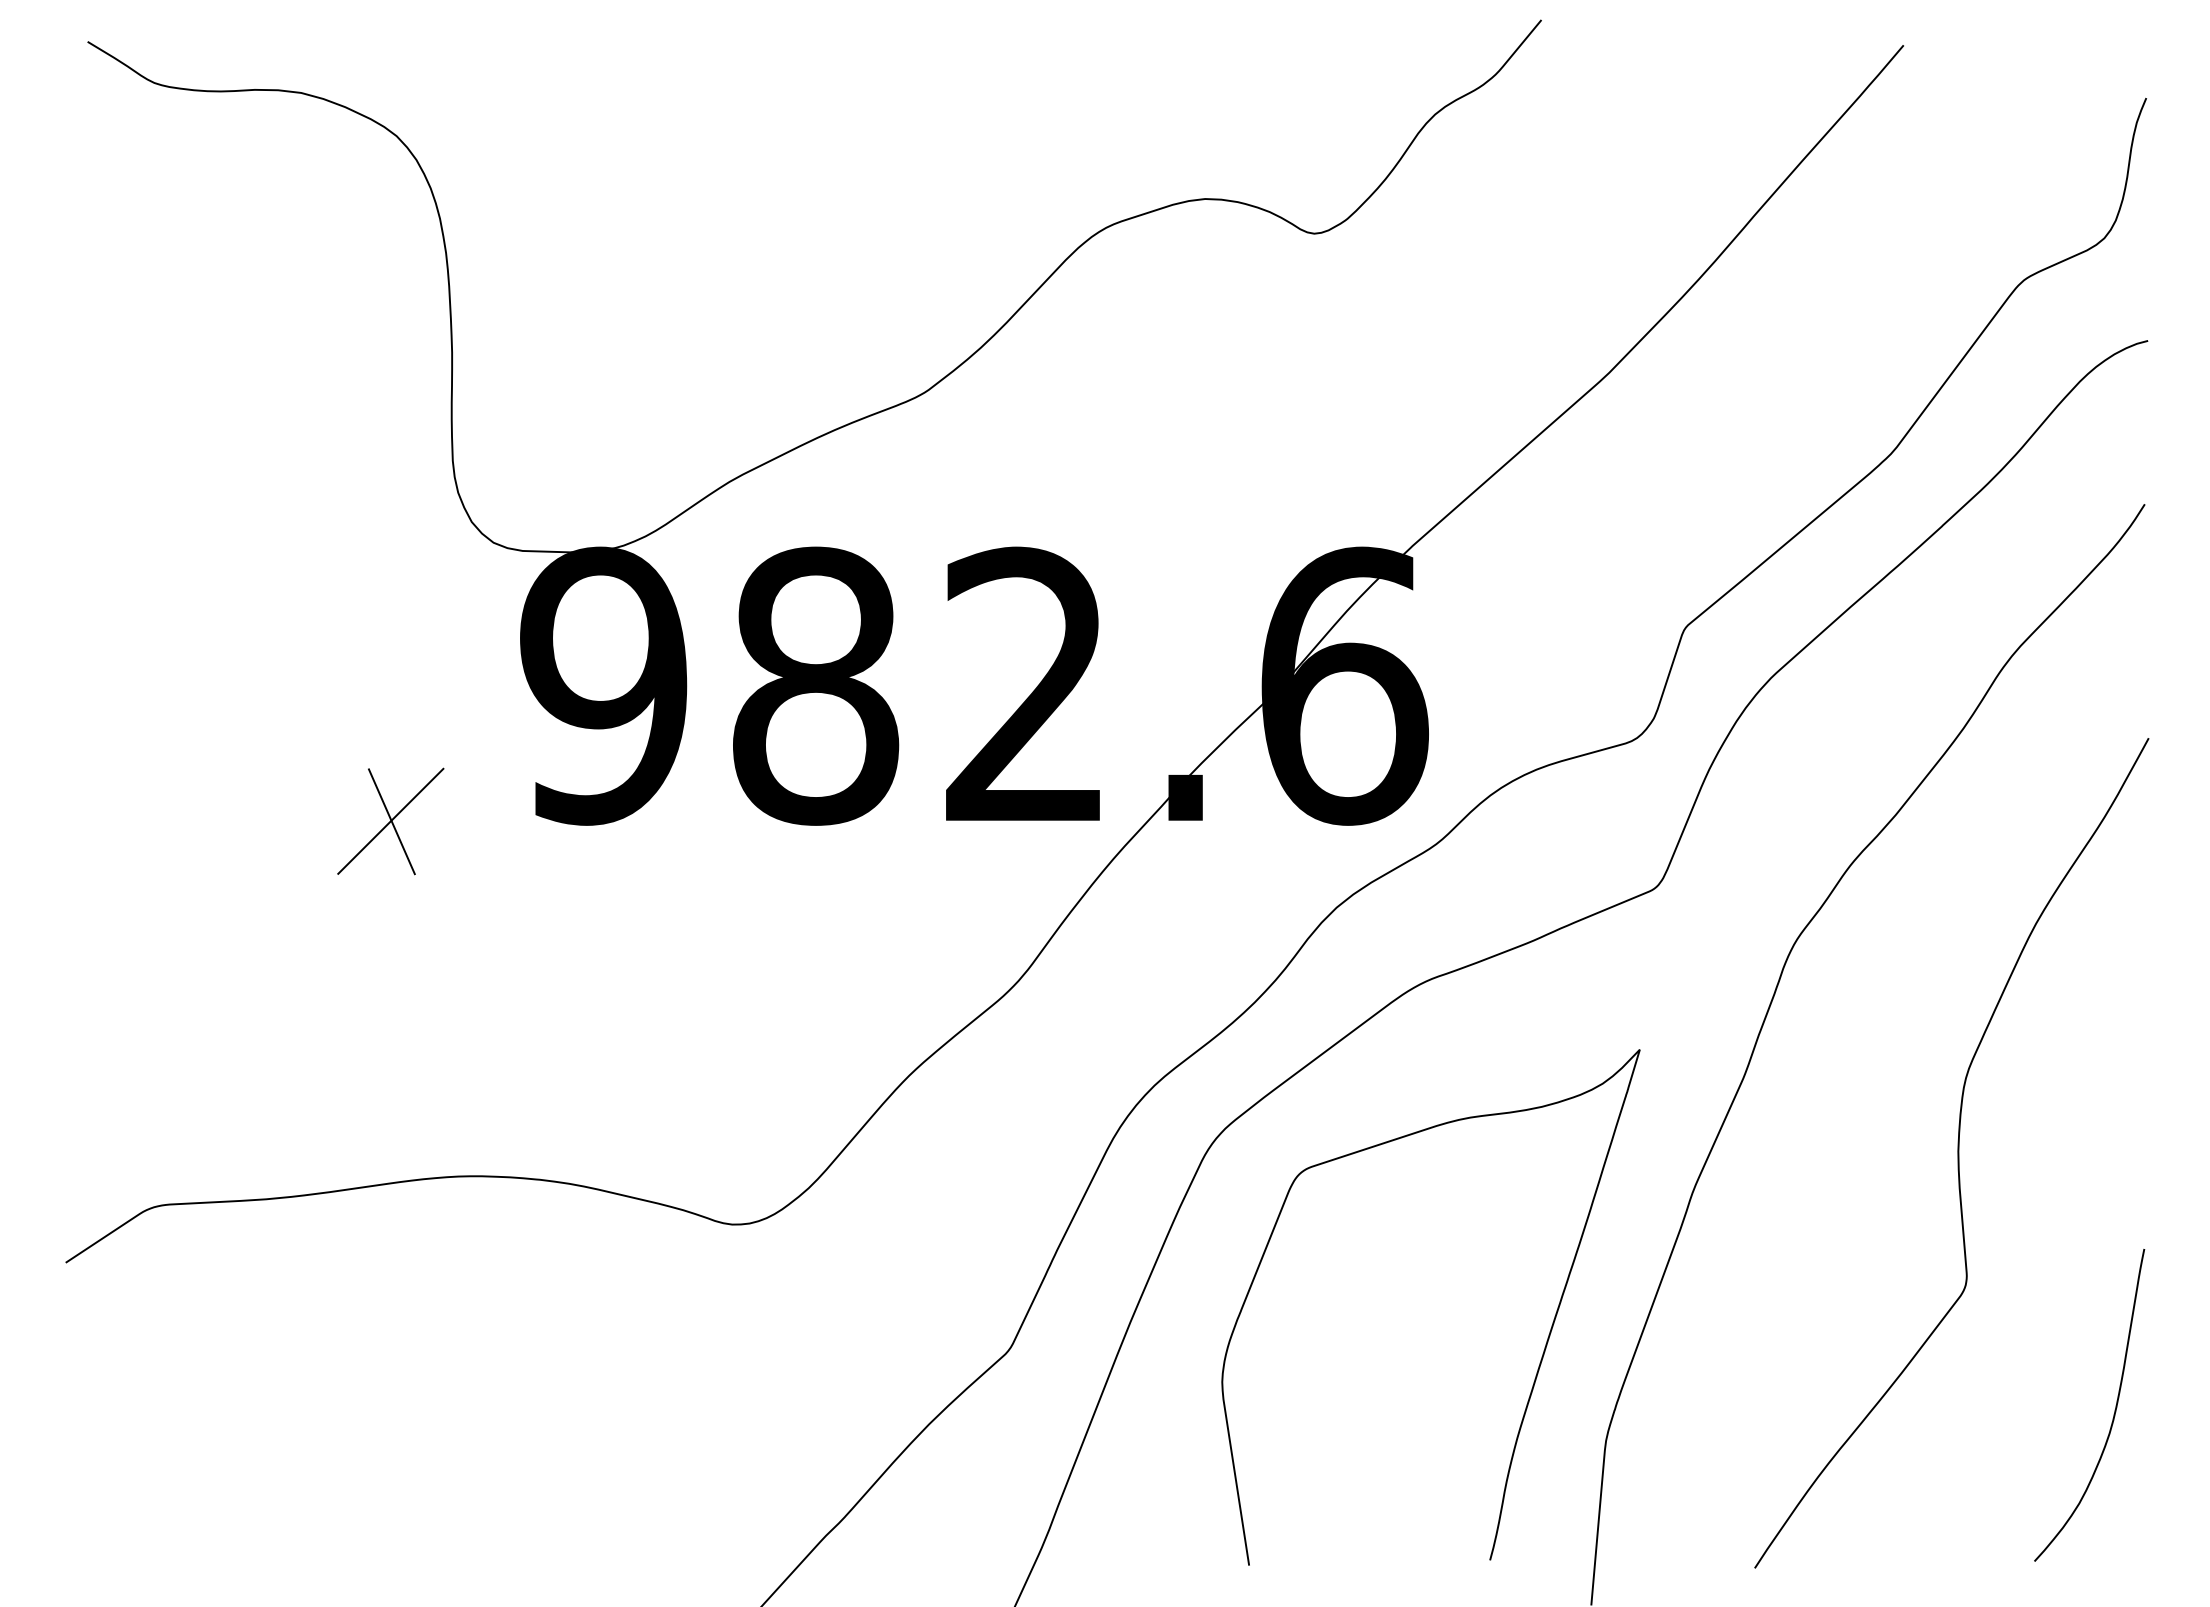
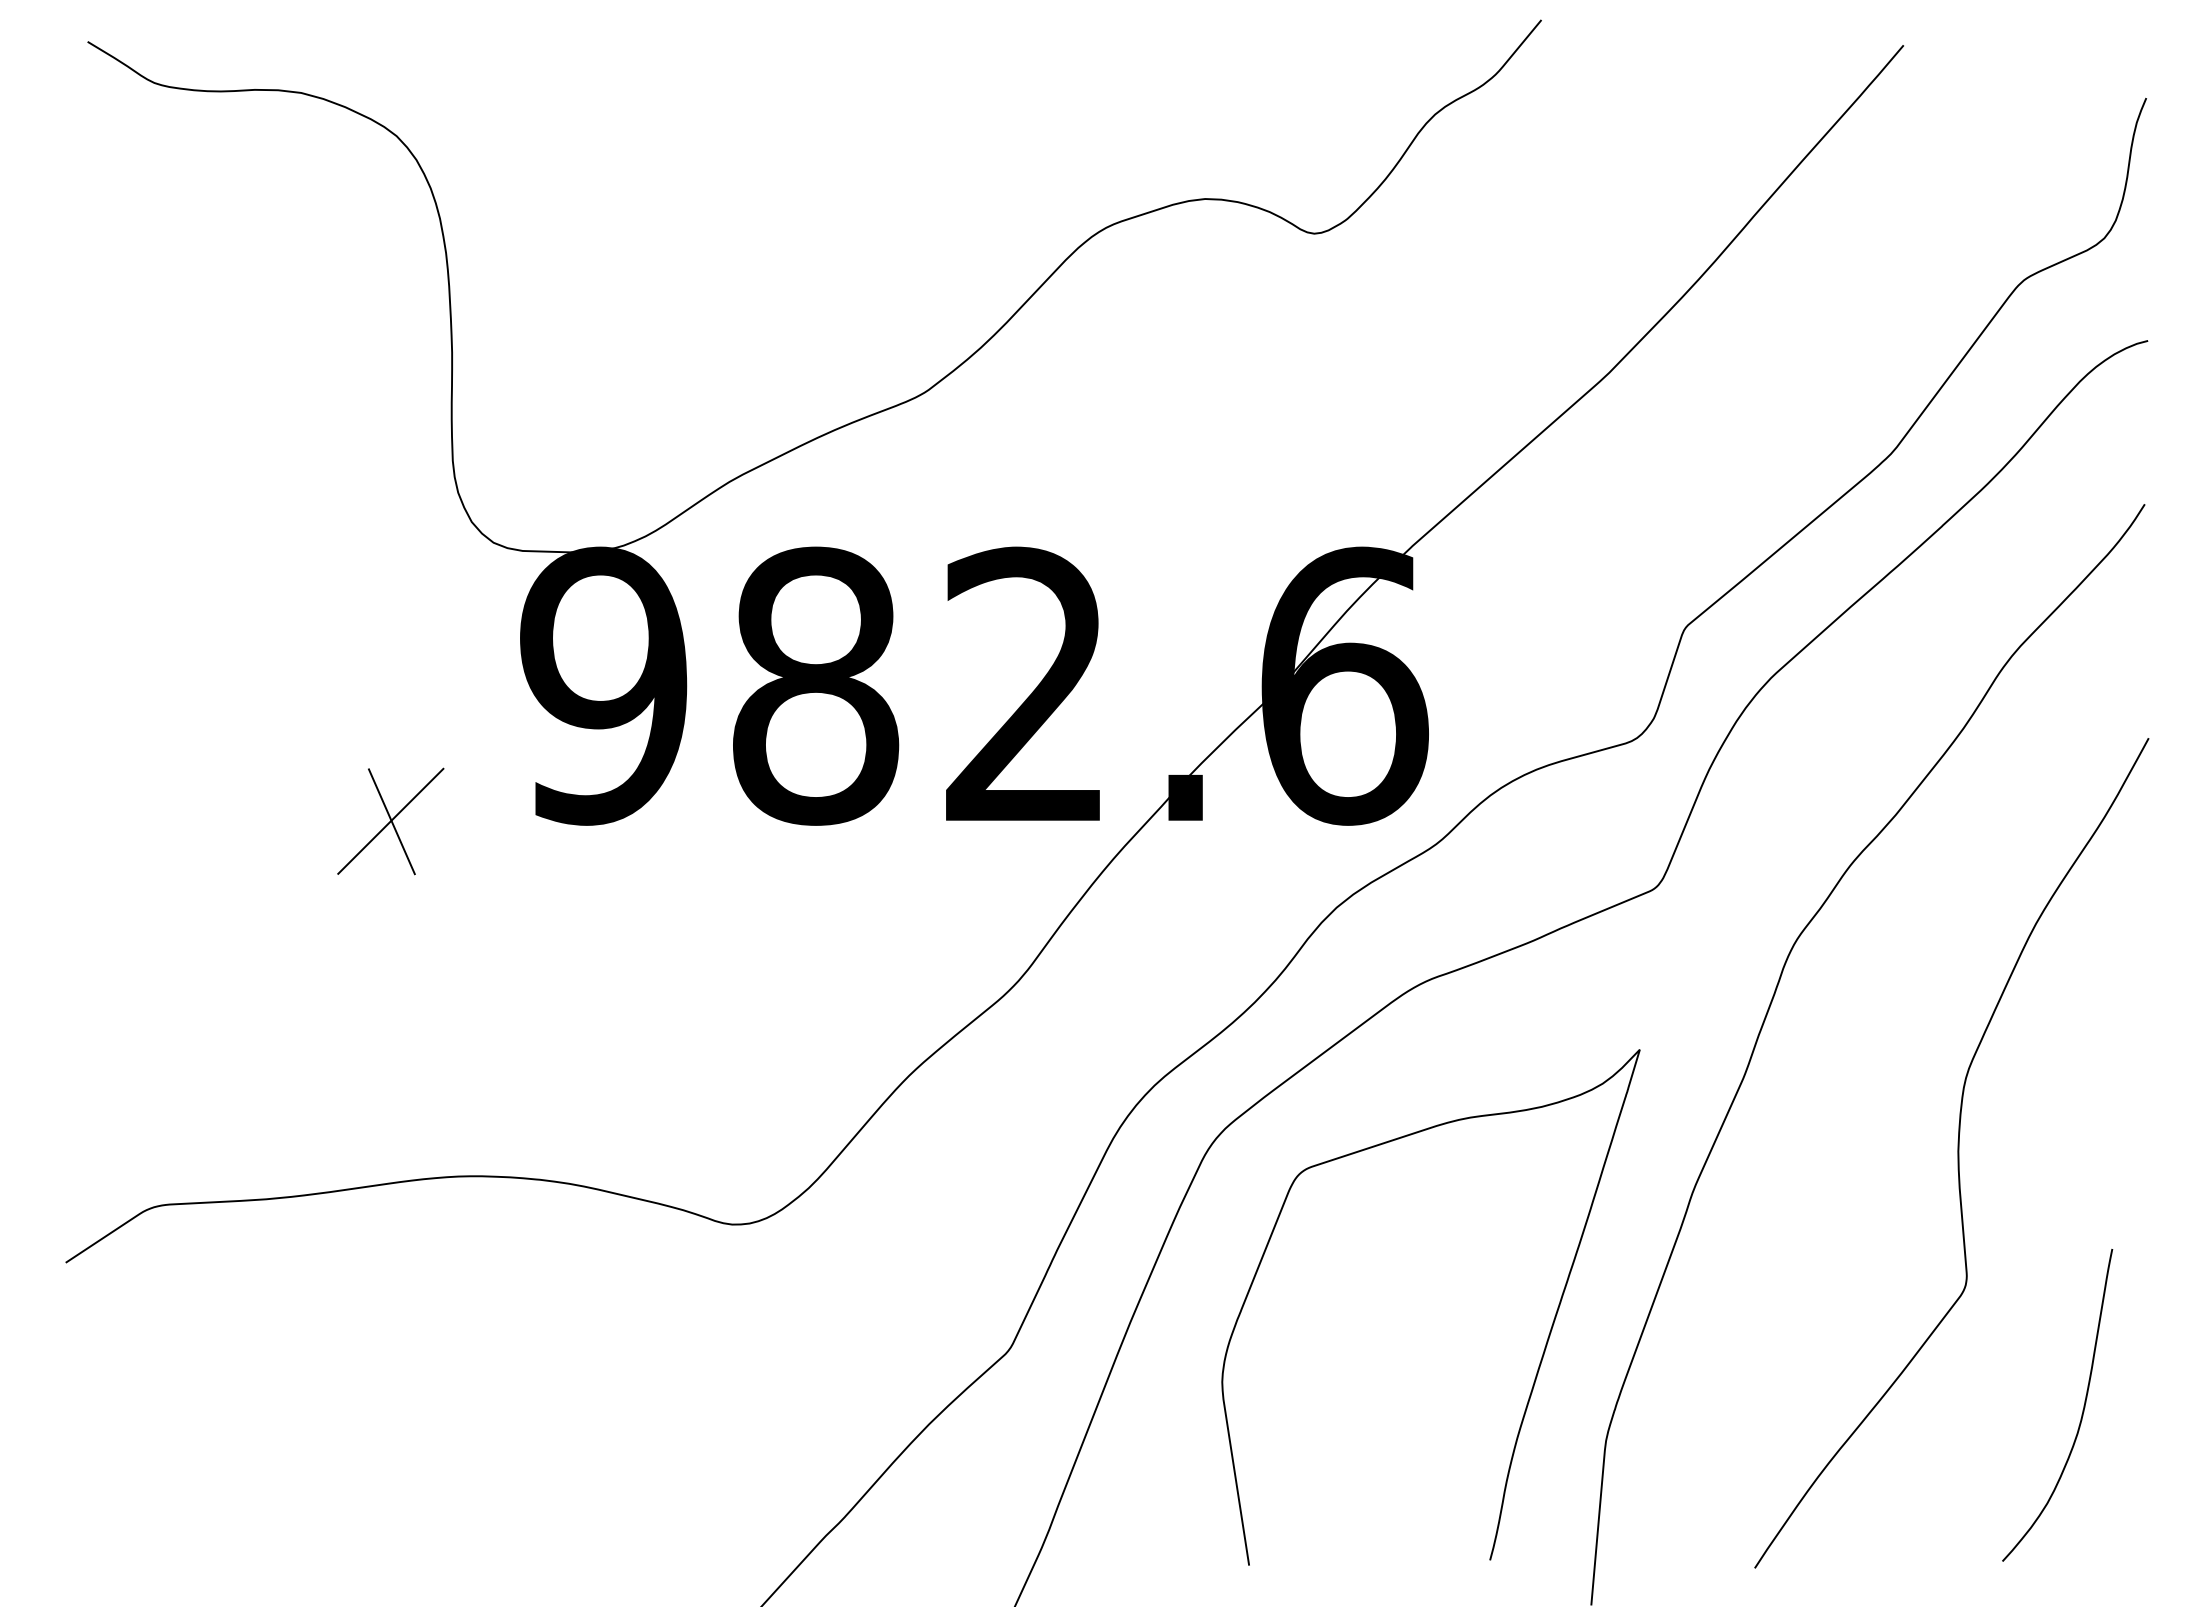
curve at (2114, 1409) position: (2114, 1409) -> (2082, 1409)
